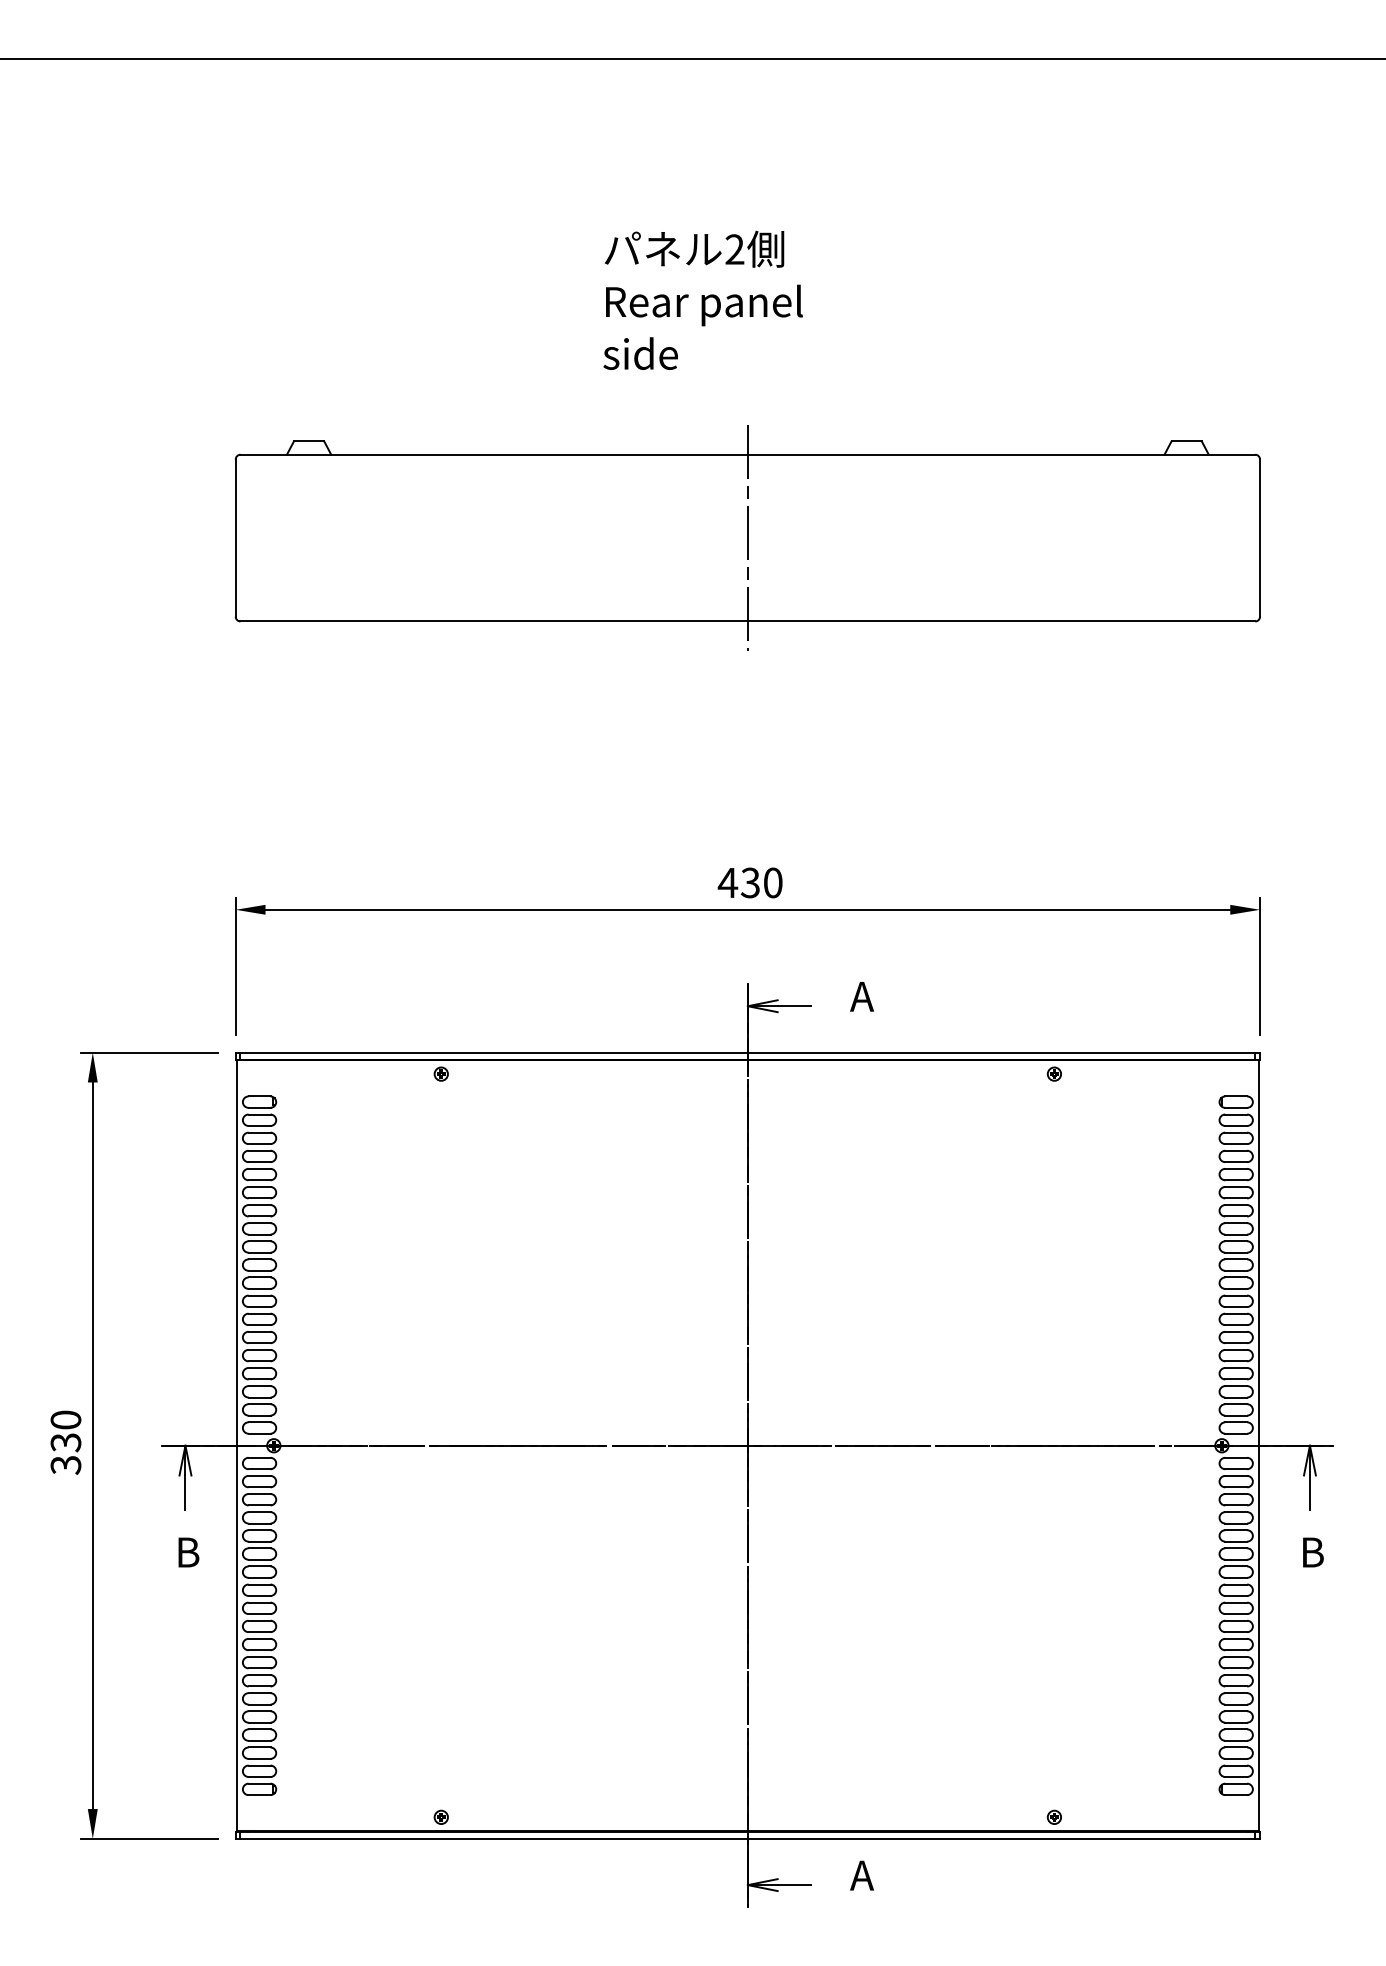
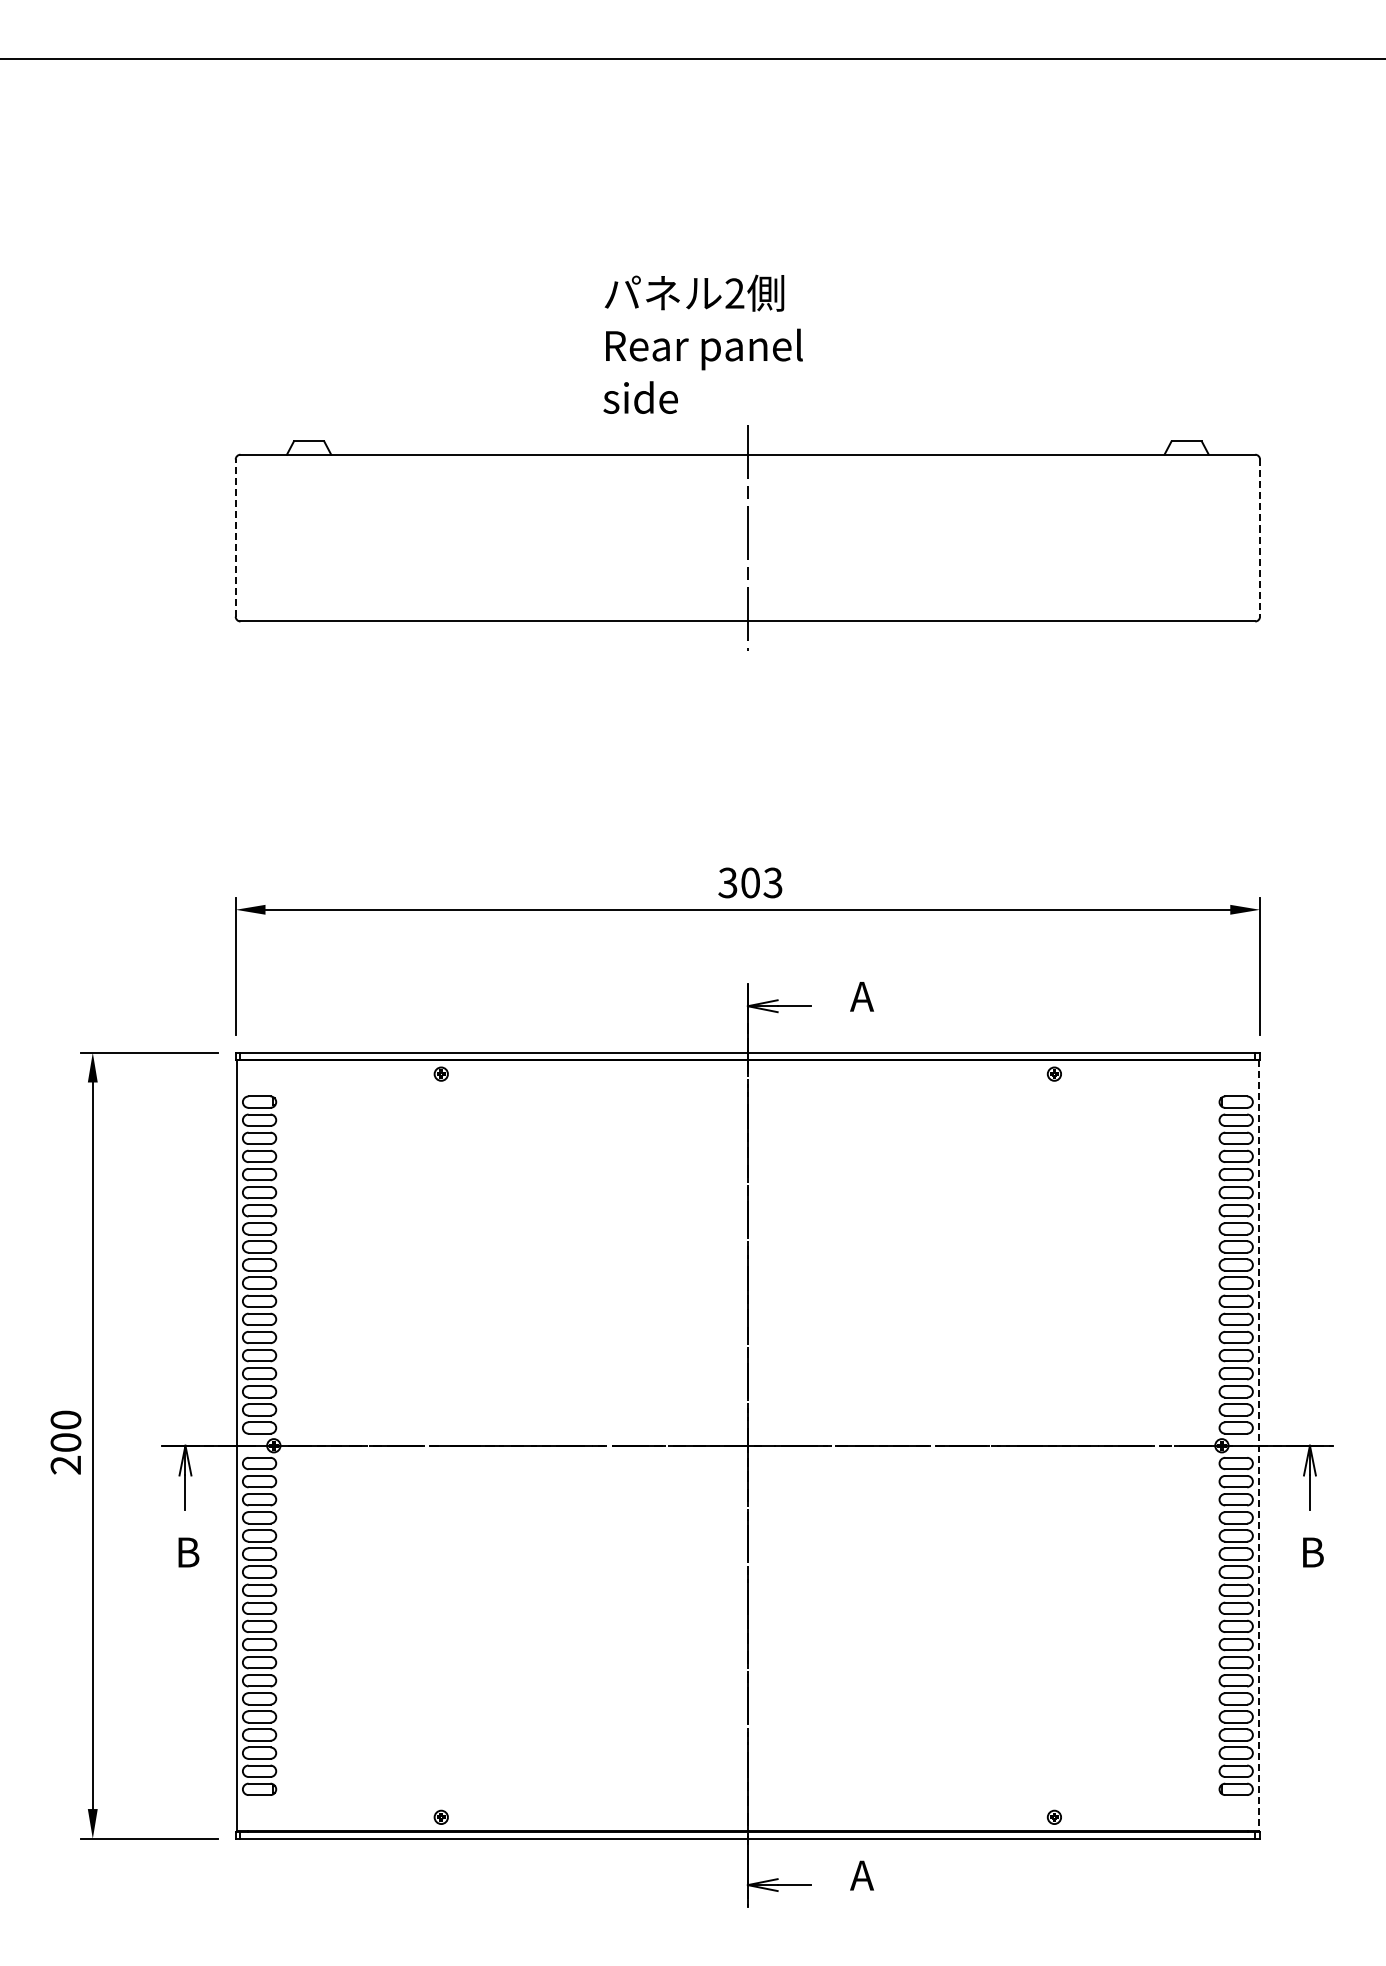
text at (702, 299) position: (702, 299) -> (702, 343)
line at (235, 538): solid -> dashed
line at (1260, 538): solid -> dashed
text at (749, 882): 430 -> 303
line at (1258, 1446): solid -> dashed
text at (65, 1453): 330 -> 200
